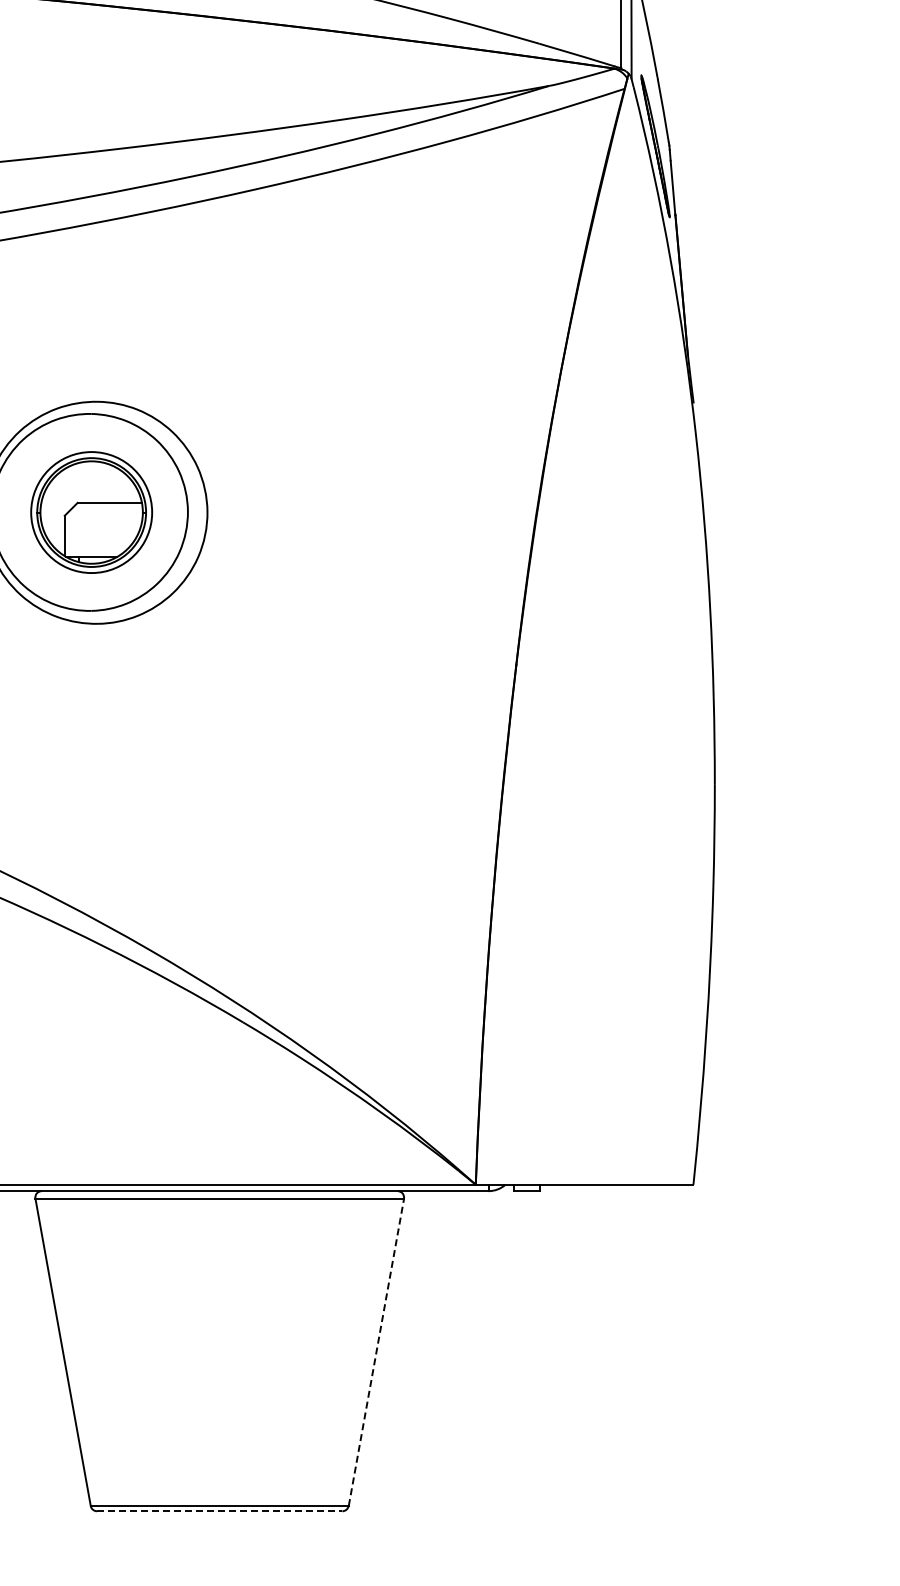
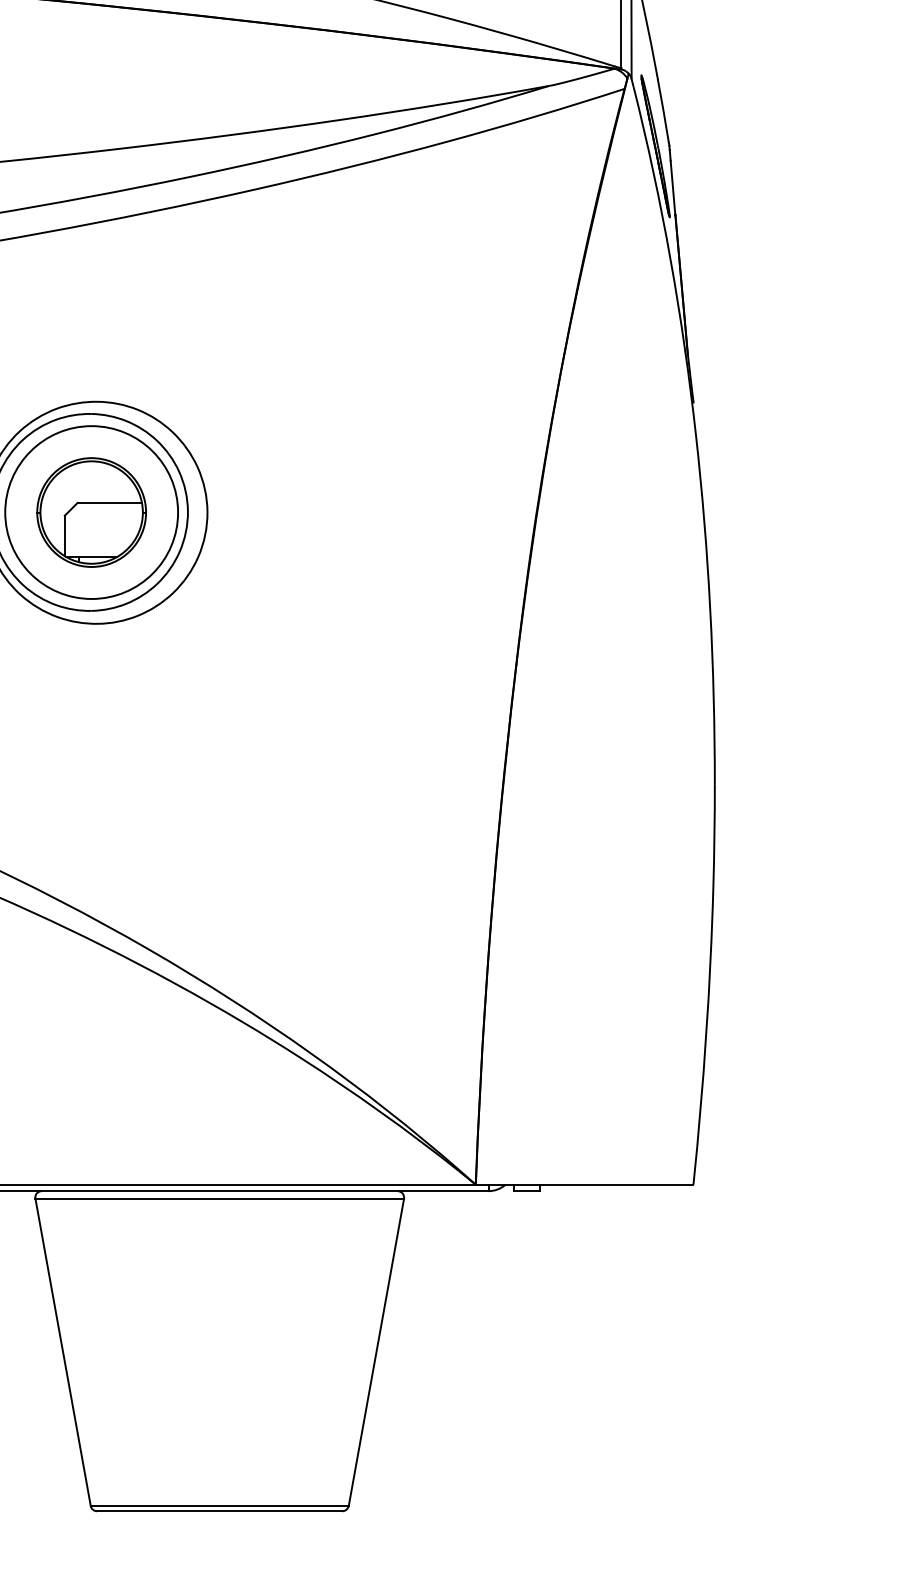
circle at (91, 512) diameter: 121 px -> 173 px
line at (376, 1351): dashed -> solid
line at (219, 1511): dashed -> solid
